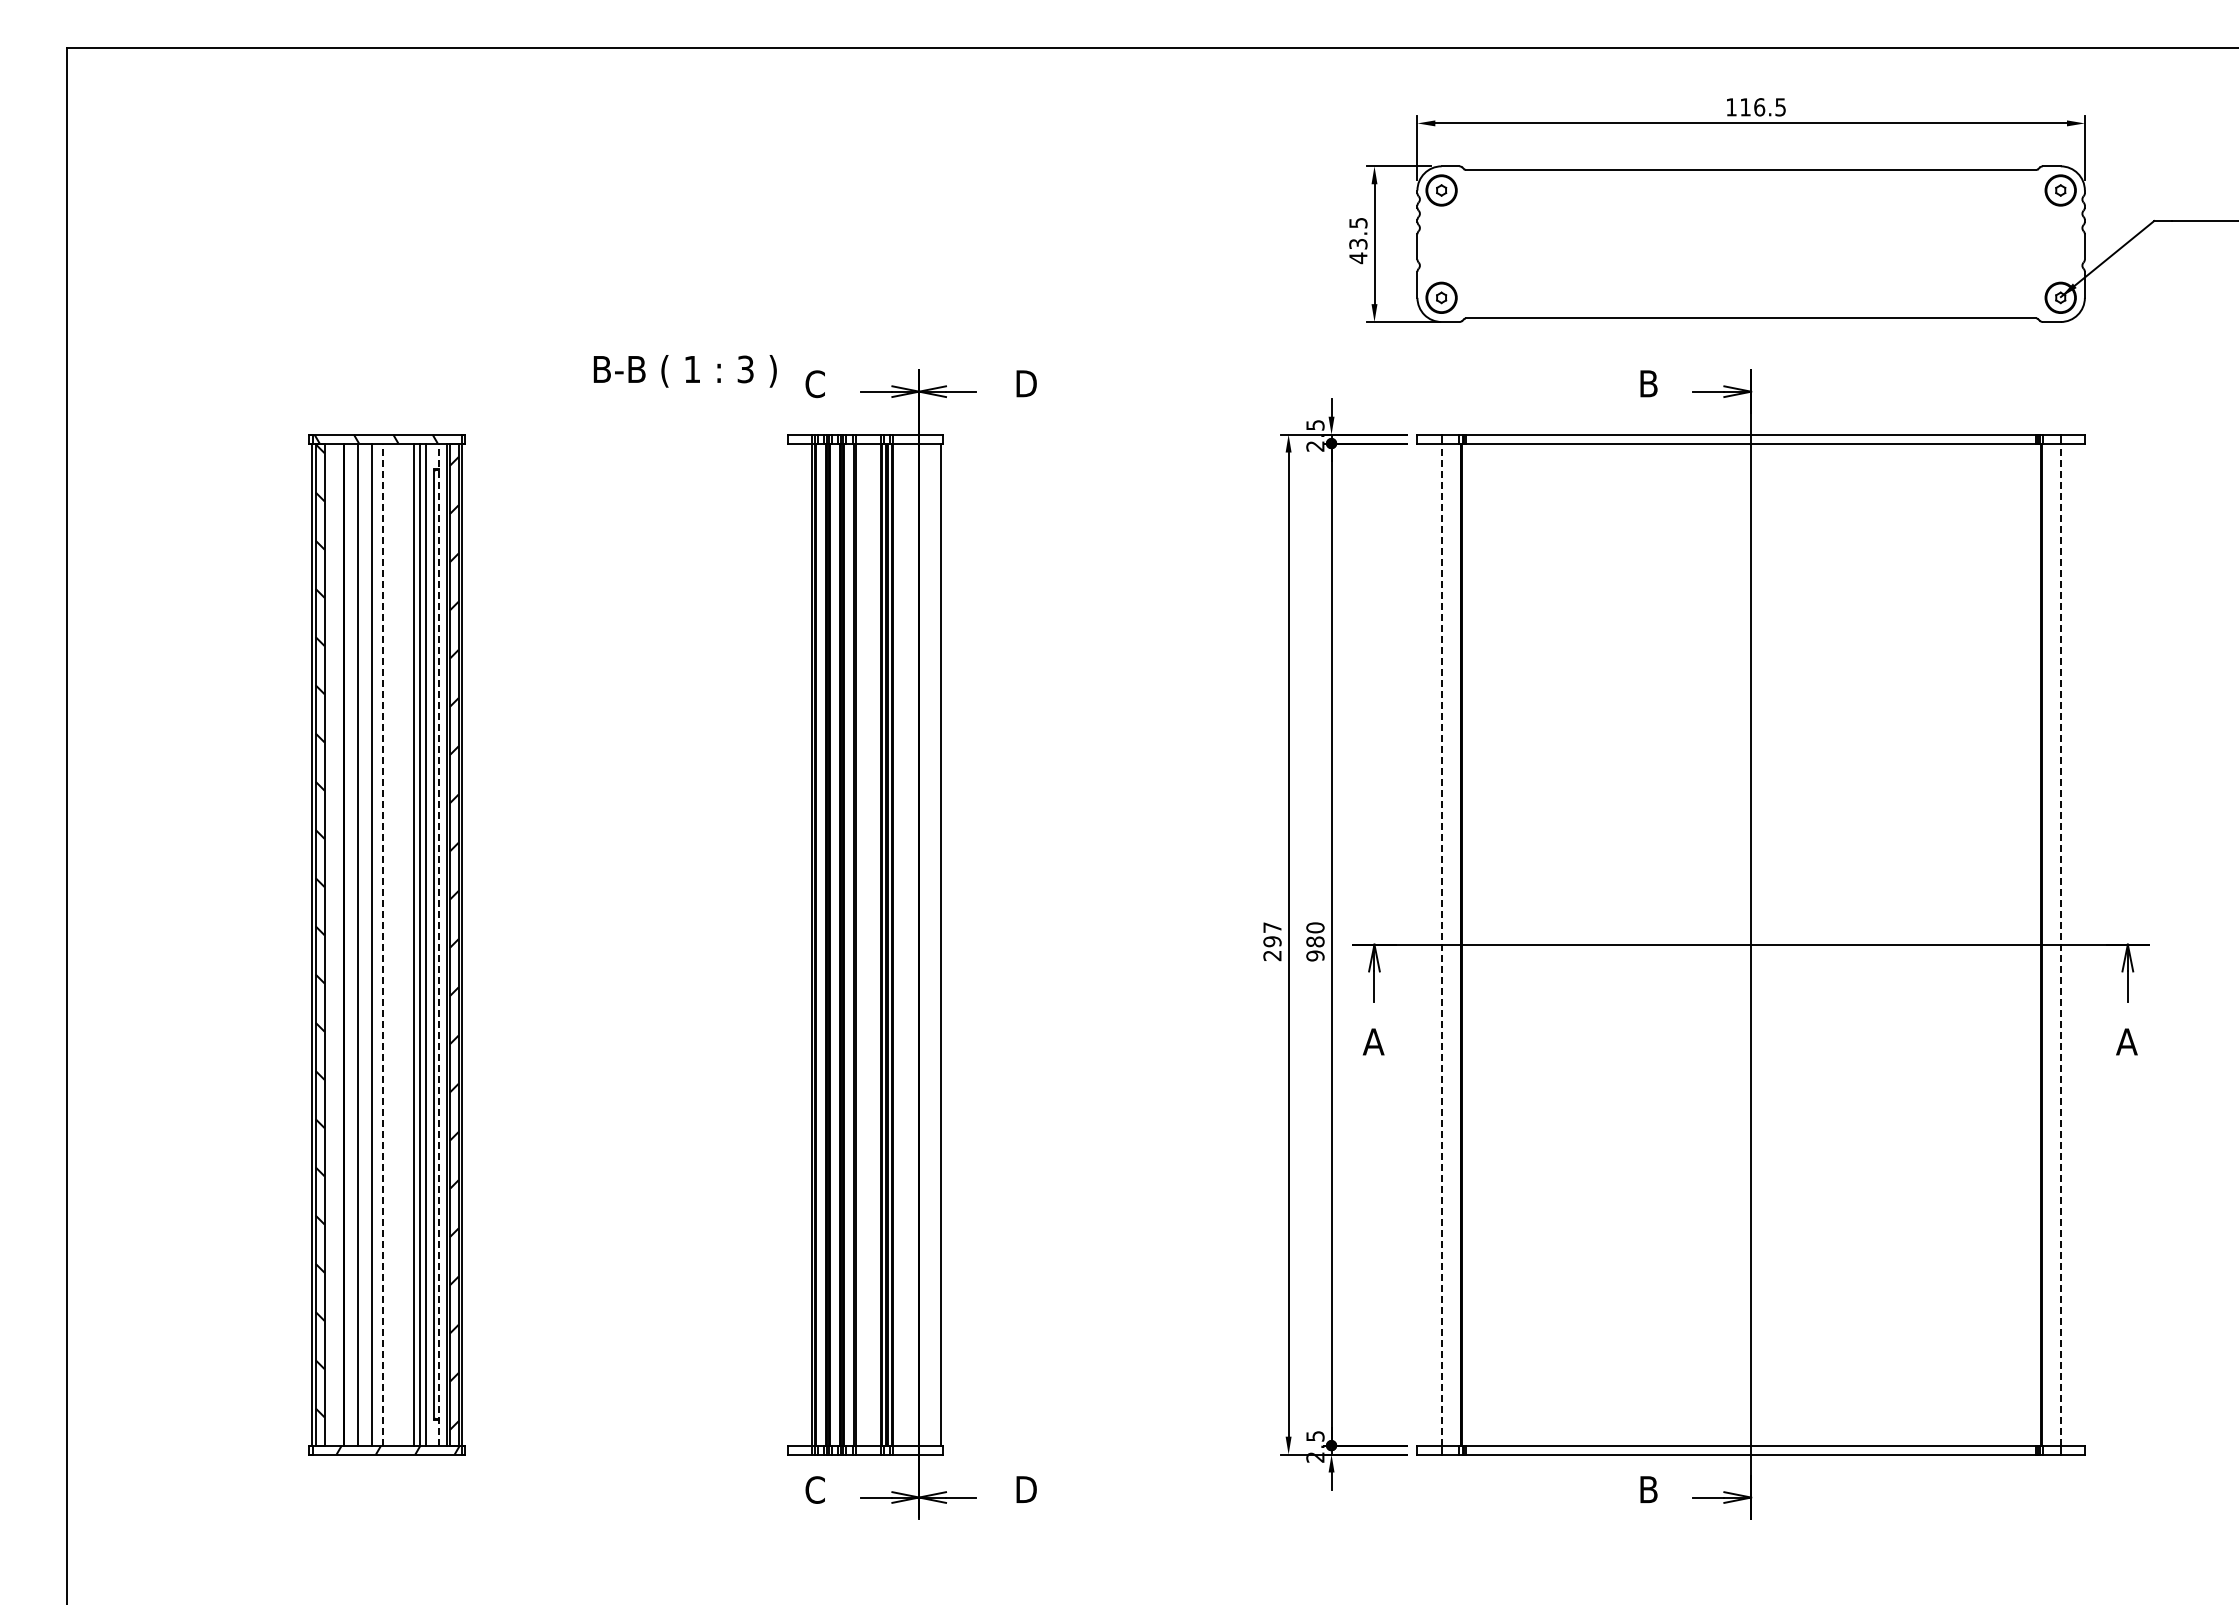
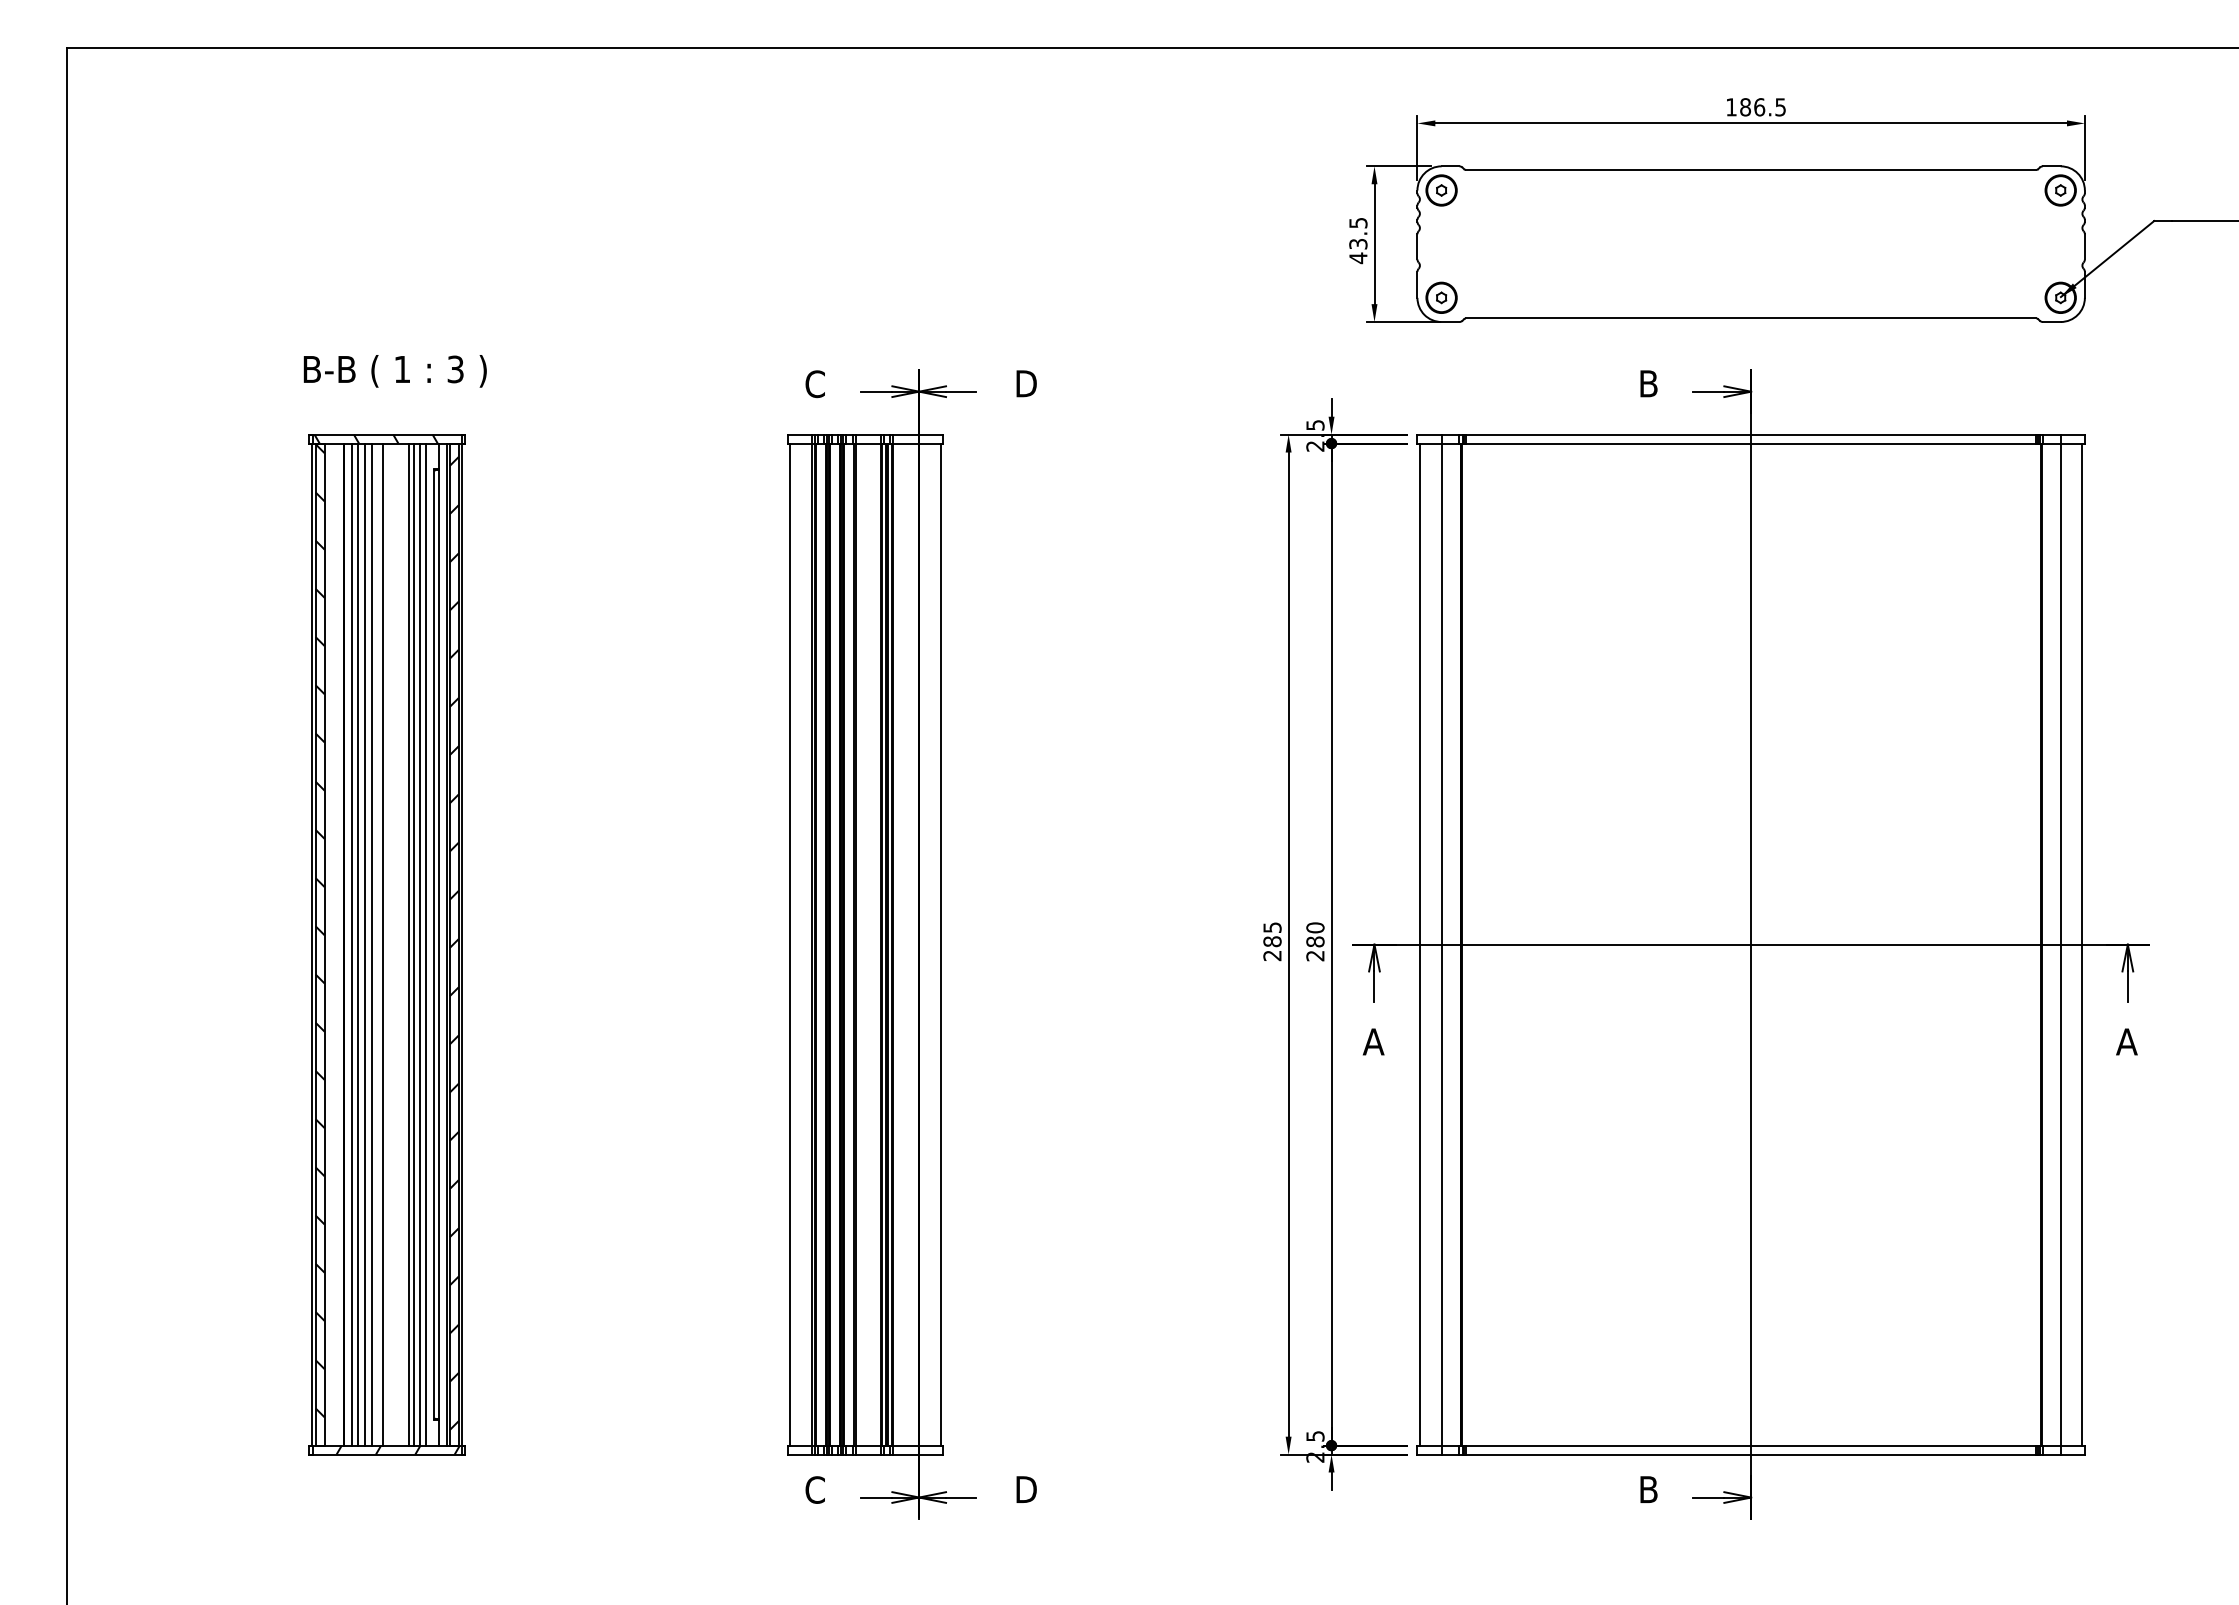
text at (1745, 107): 116.5 -> 186.5
text at (684, 371) position: (684, 371) -> (394, 371)
text at (1272, 934): 297 -> 285
line at (351, 944): none -> present
line at (365, 944): none -> present
line at (382, 944): dashed -> solid
line at (408, 944): none -> present
line at (438, 944): dashed -> solid
line at (790, 944): none -> present
line at (1420, 944): none -> present
line at (1441, 944): dashed -> solid
line at (2060, 944): dashed -> solid
line at (2082, 944): none -> present
text at (1315, 955): 980 -> 280
